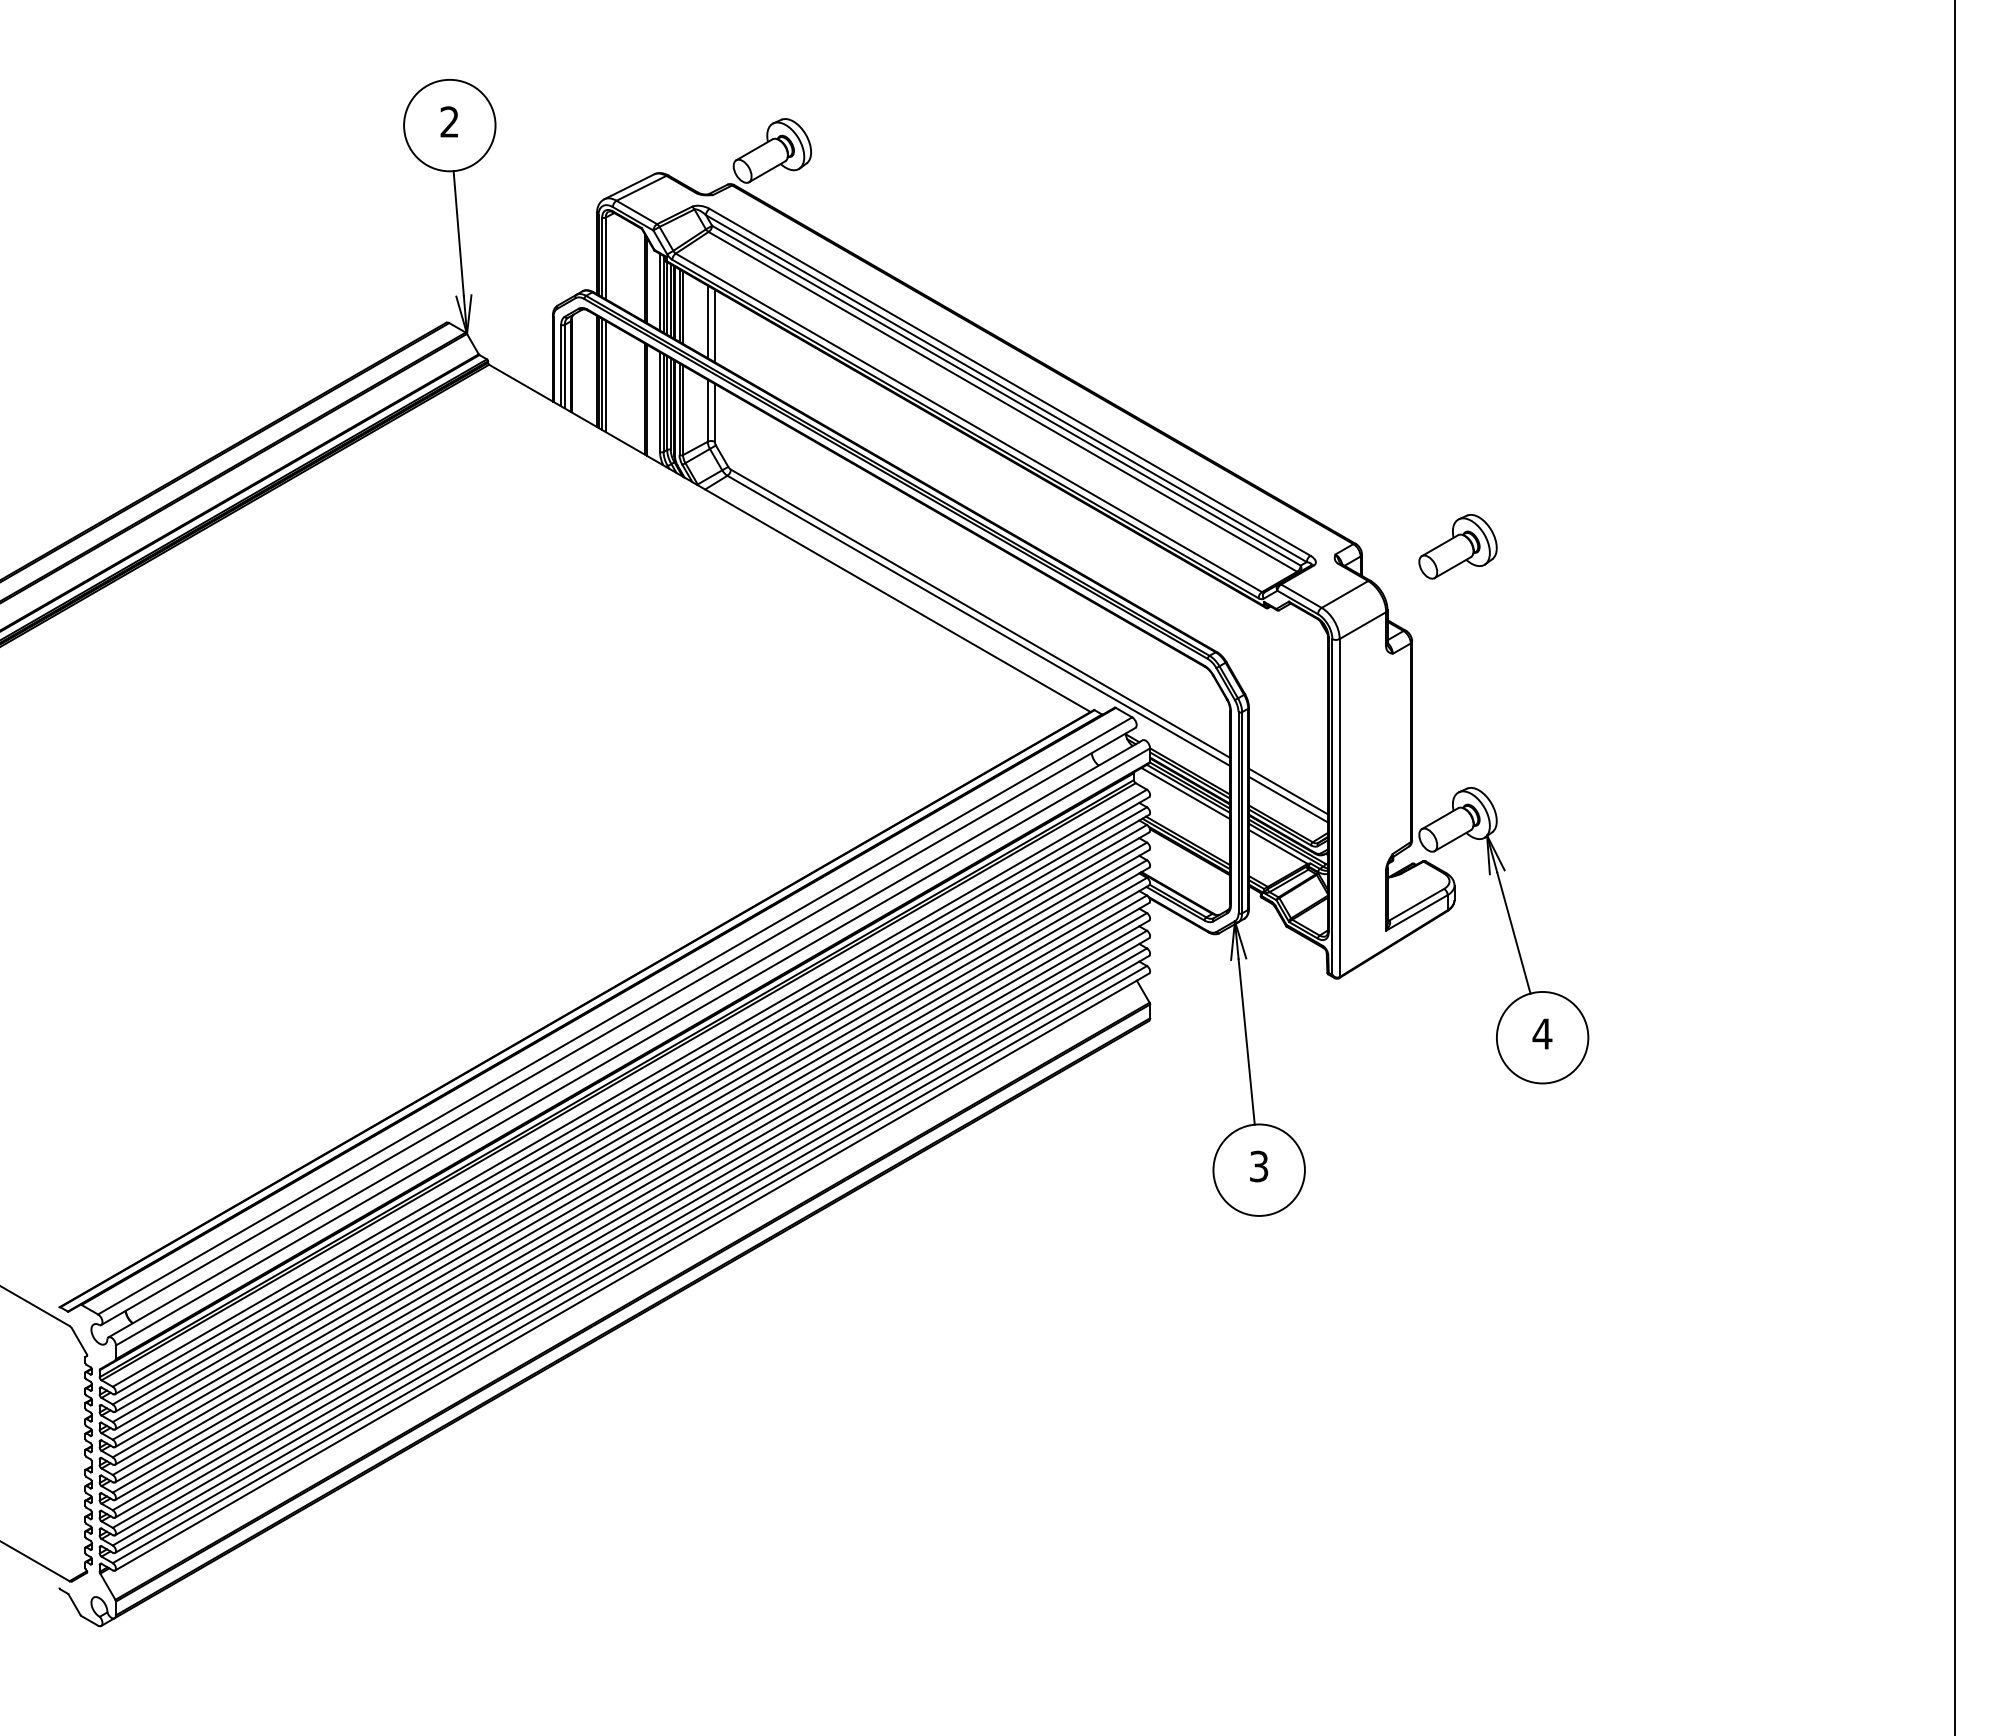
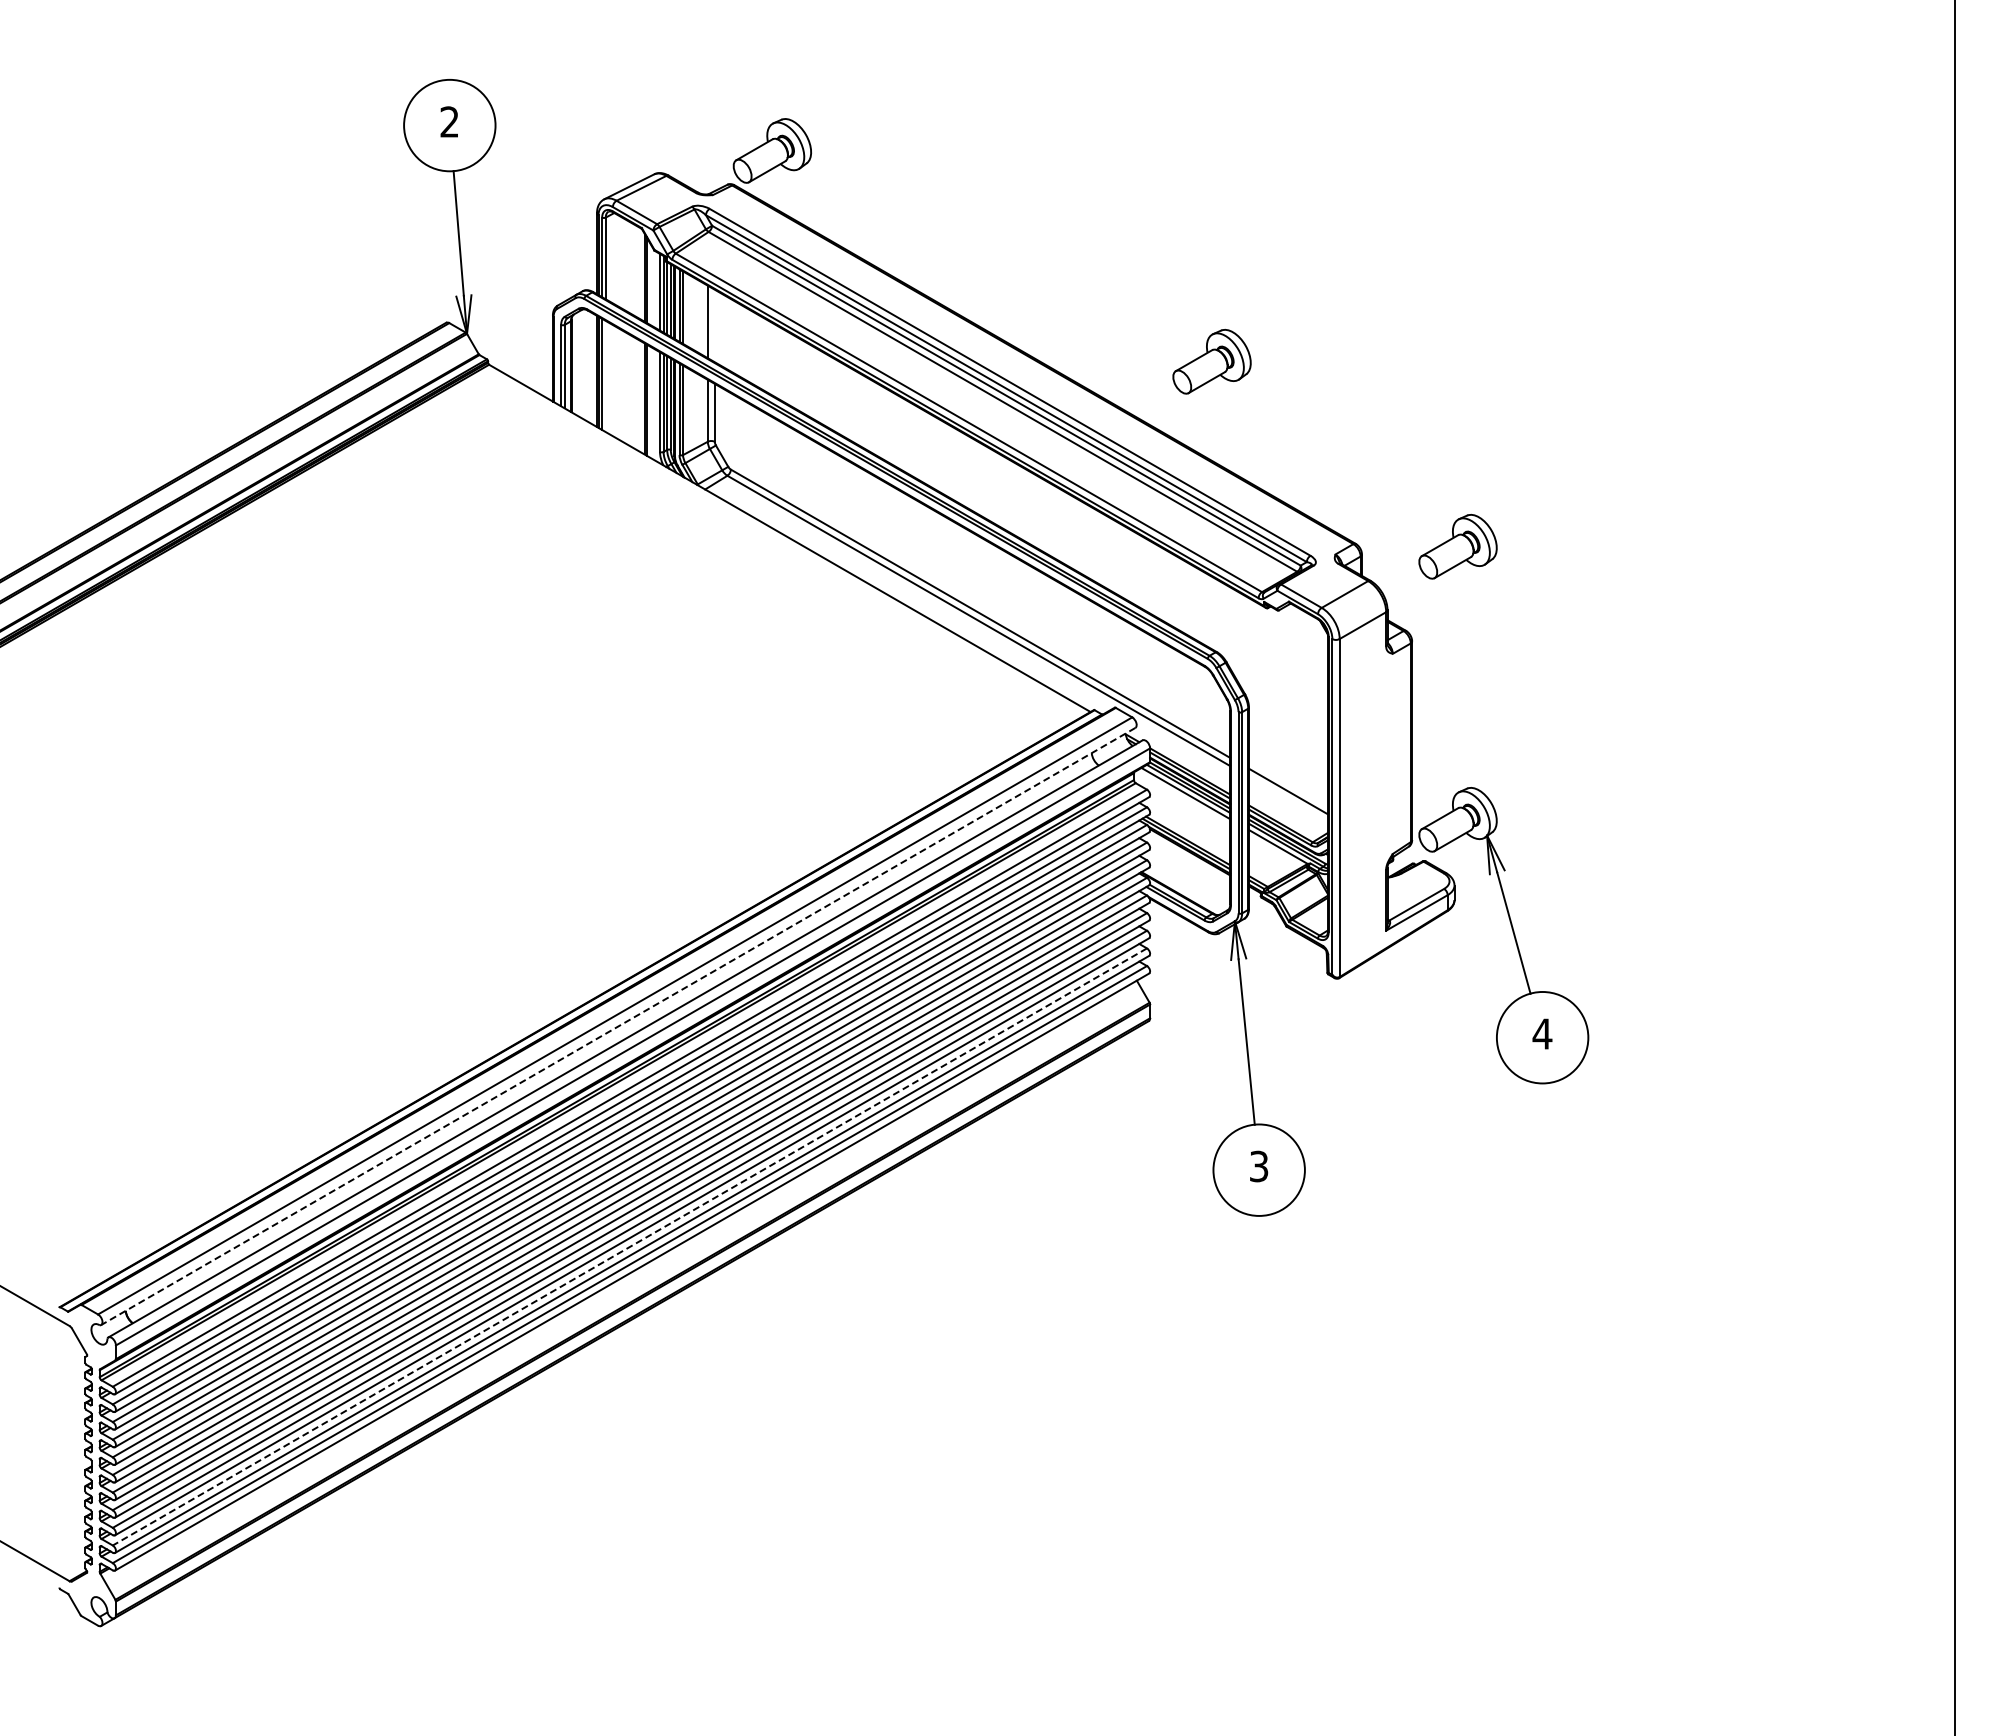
line at (714, 325): present -> none
part at (1211, 361): none -> present
line at (605, 376): present -> none
line at (1287, 799): present -> none
line at (617, 1026): solid -> dashed
line at (629, 1247): solid -> dashed
